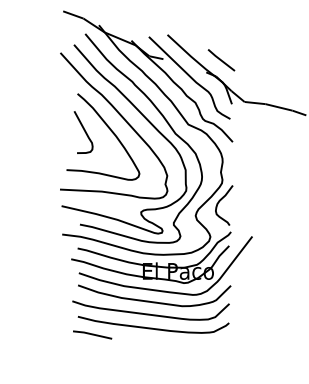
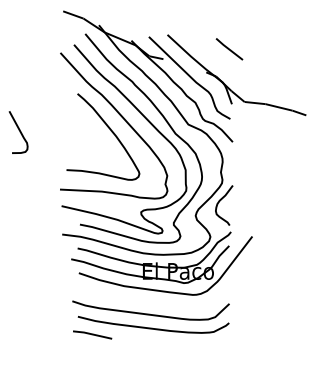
line at (221, 60) position: (221, 60) -> (229, 49)
curve at (84, 132) position: (84, 132) -> (19, 132)
curve at (154, 301): present -> none
